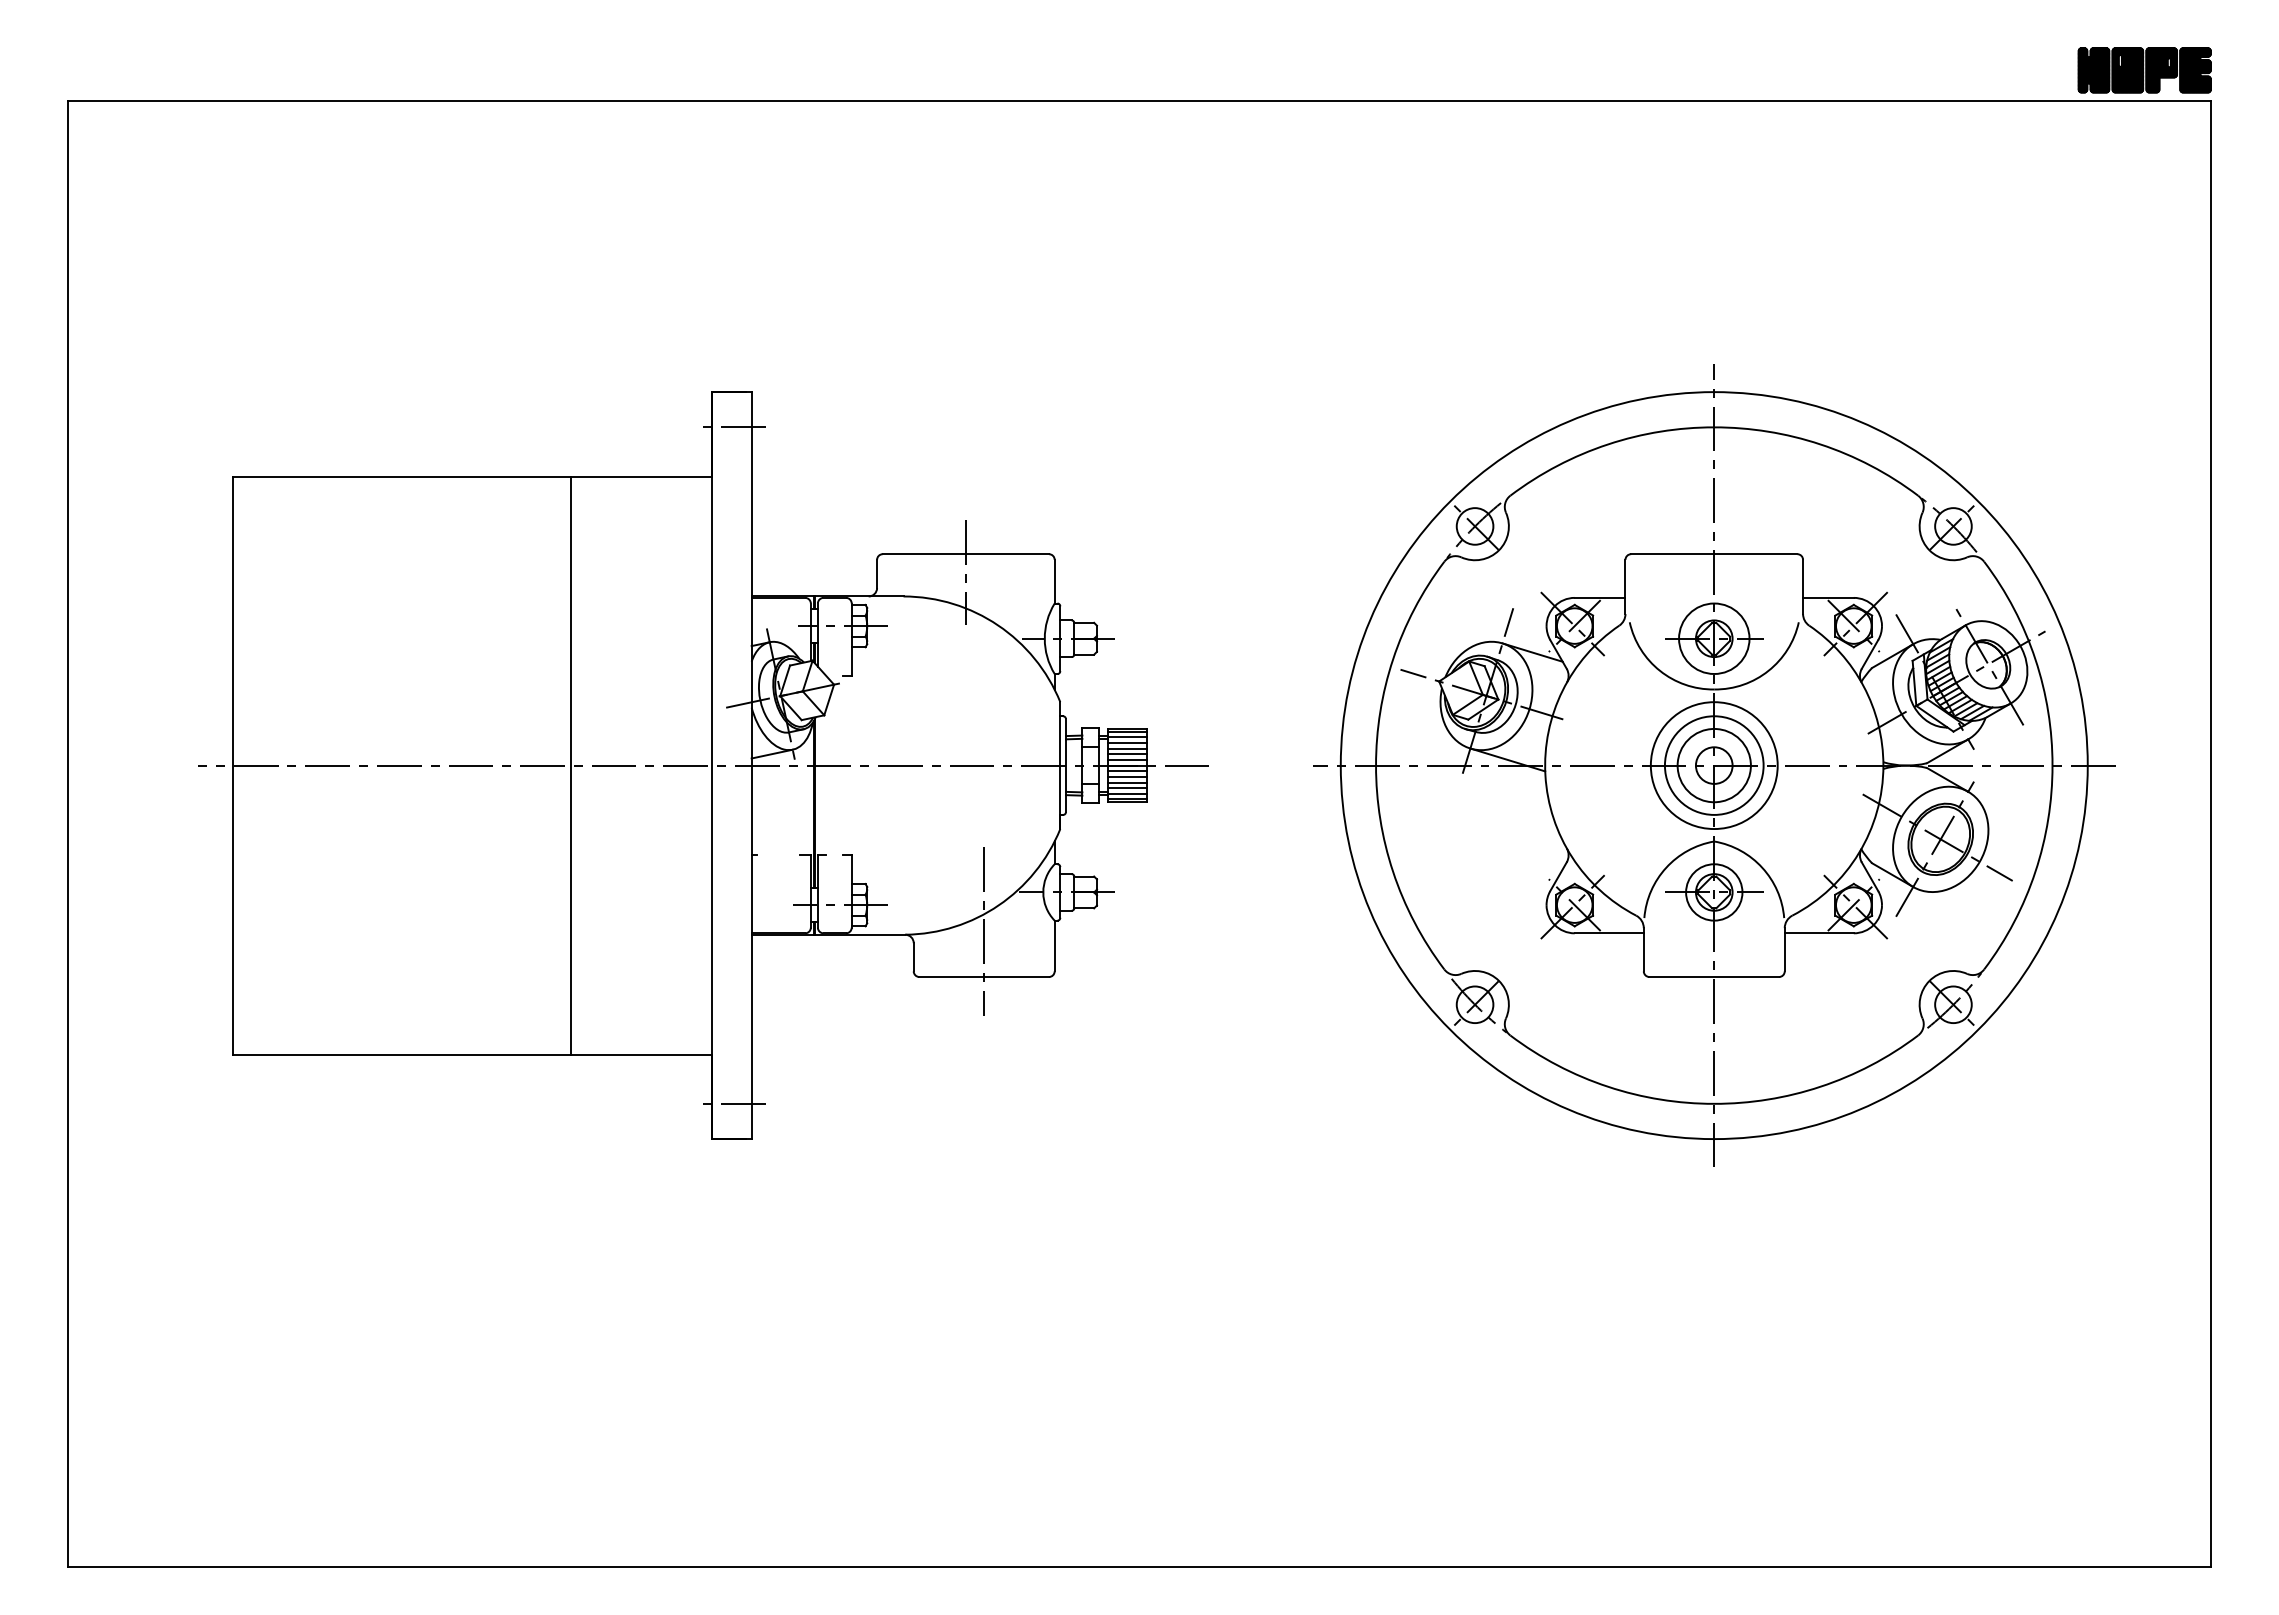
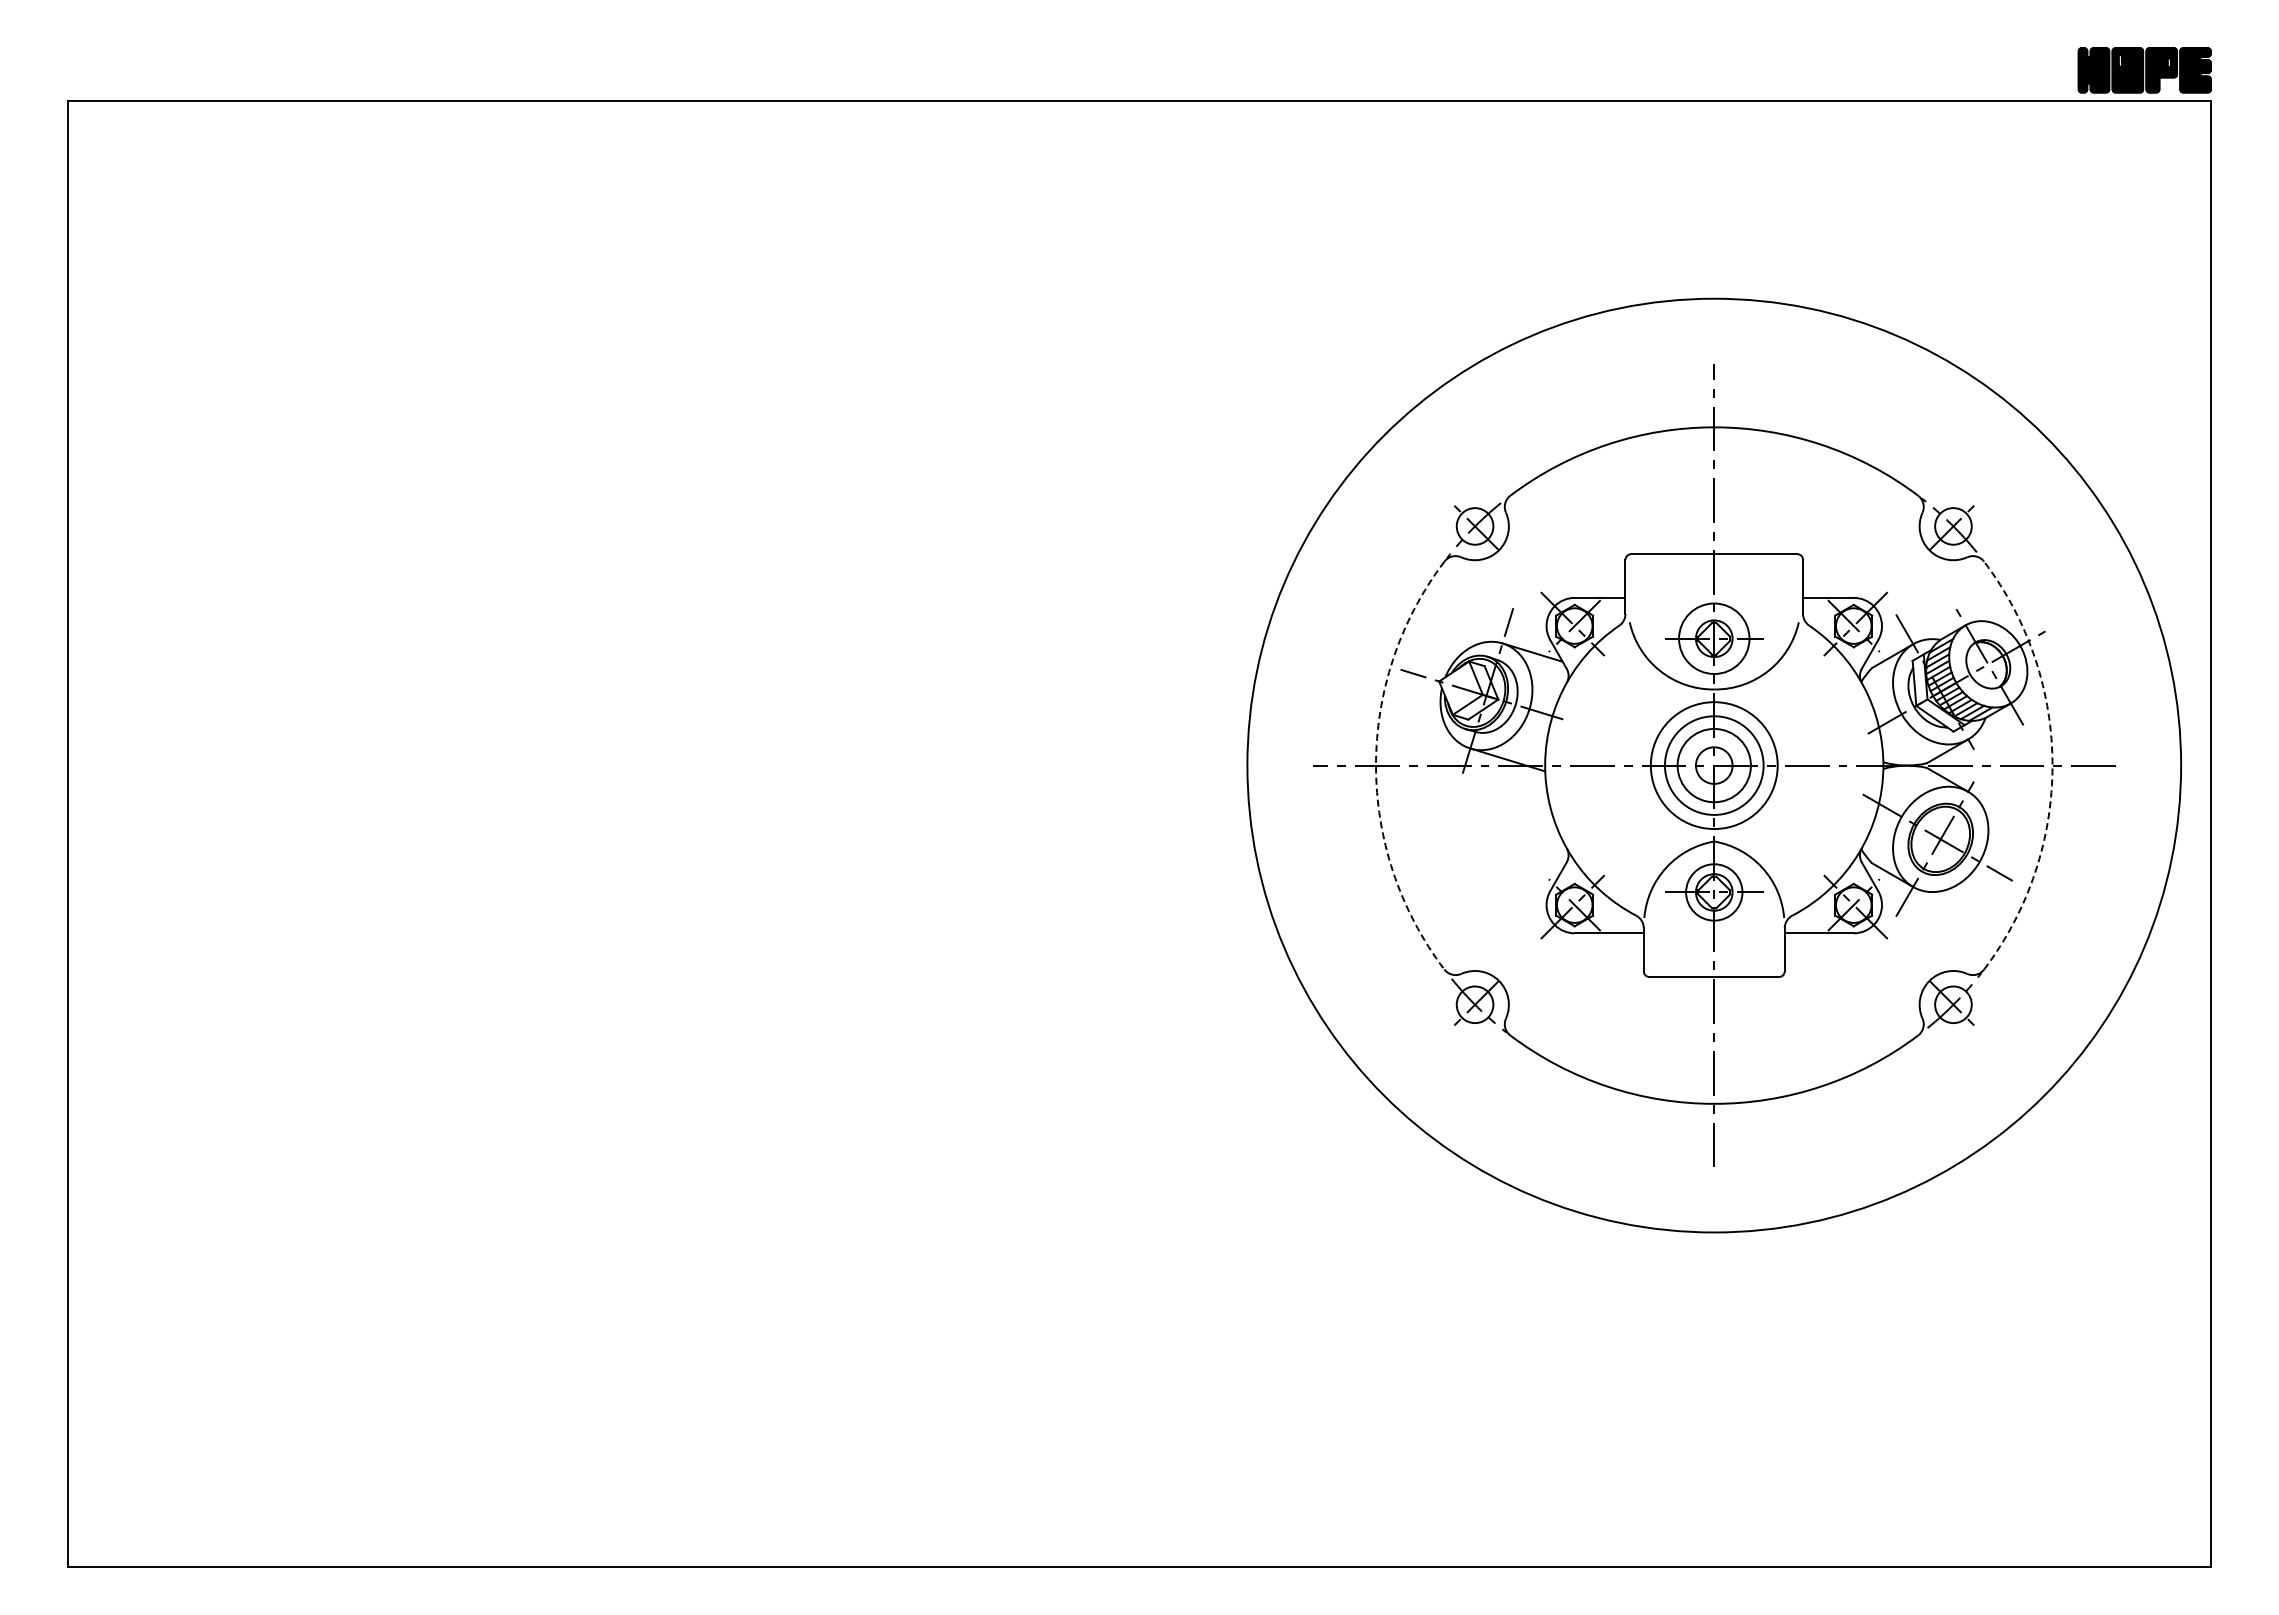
part at (703, 765): present -> none
arc at (1376, 765): solid -> dashed
circle at (1713, 765) diameter: 747 px -> 934 px
arc at (2052, 765): solid -> dashed
